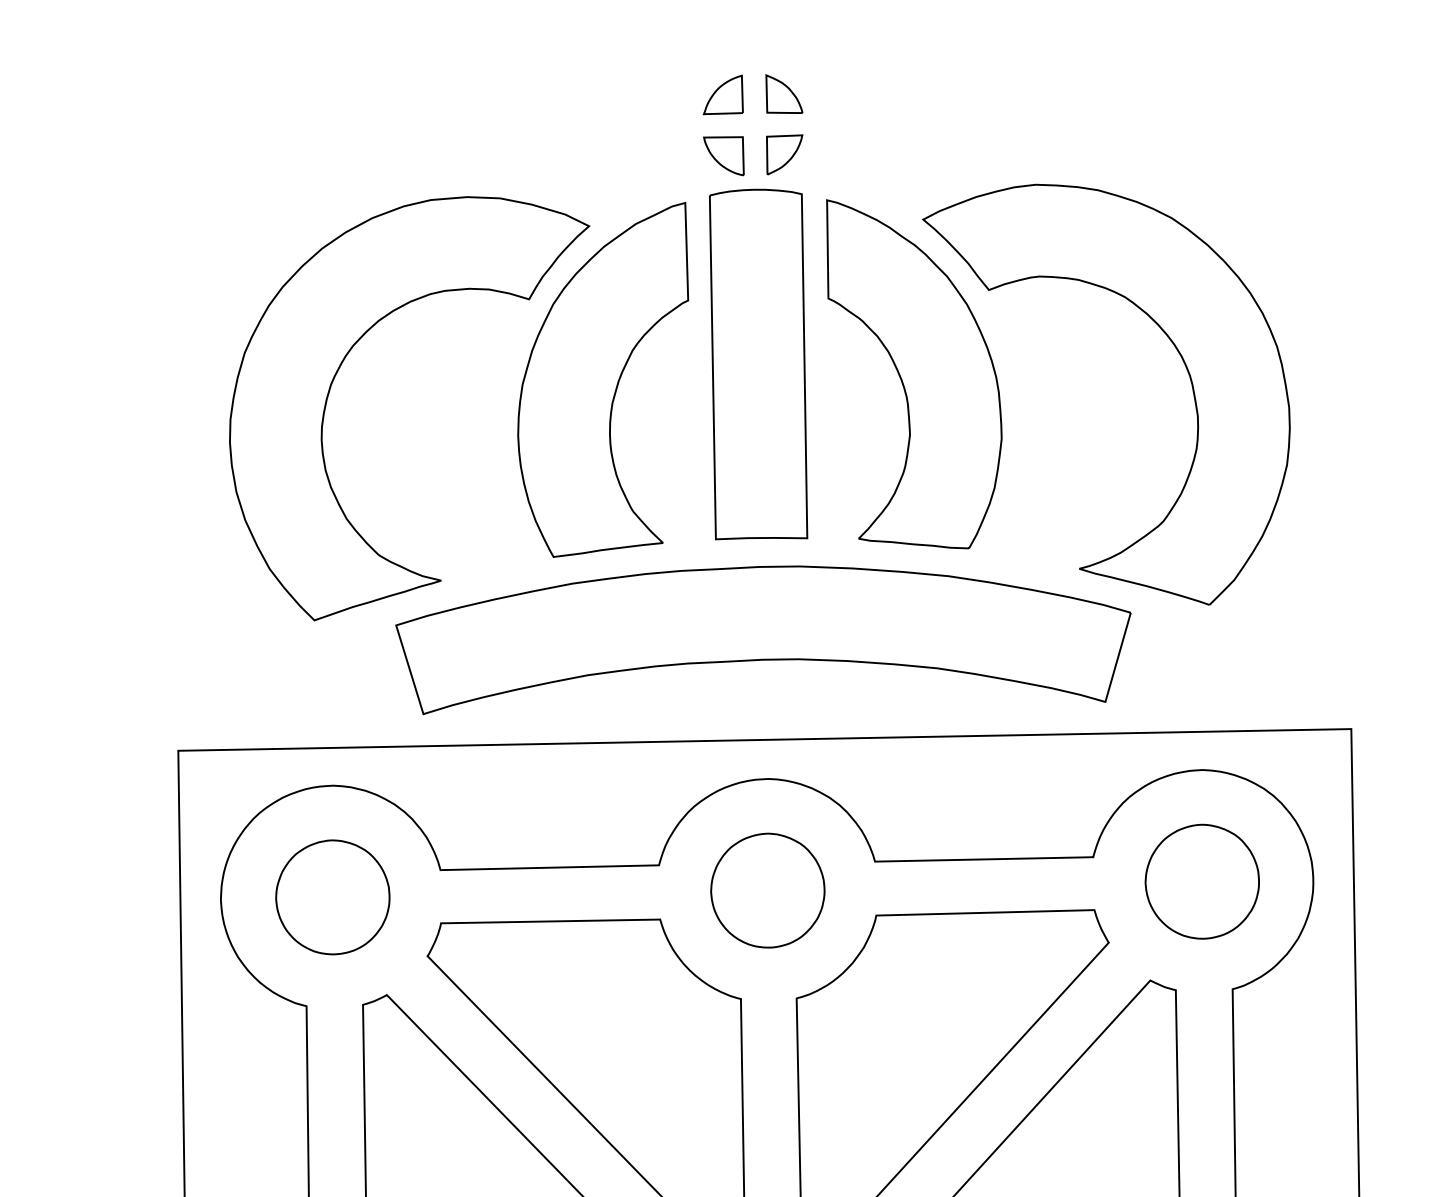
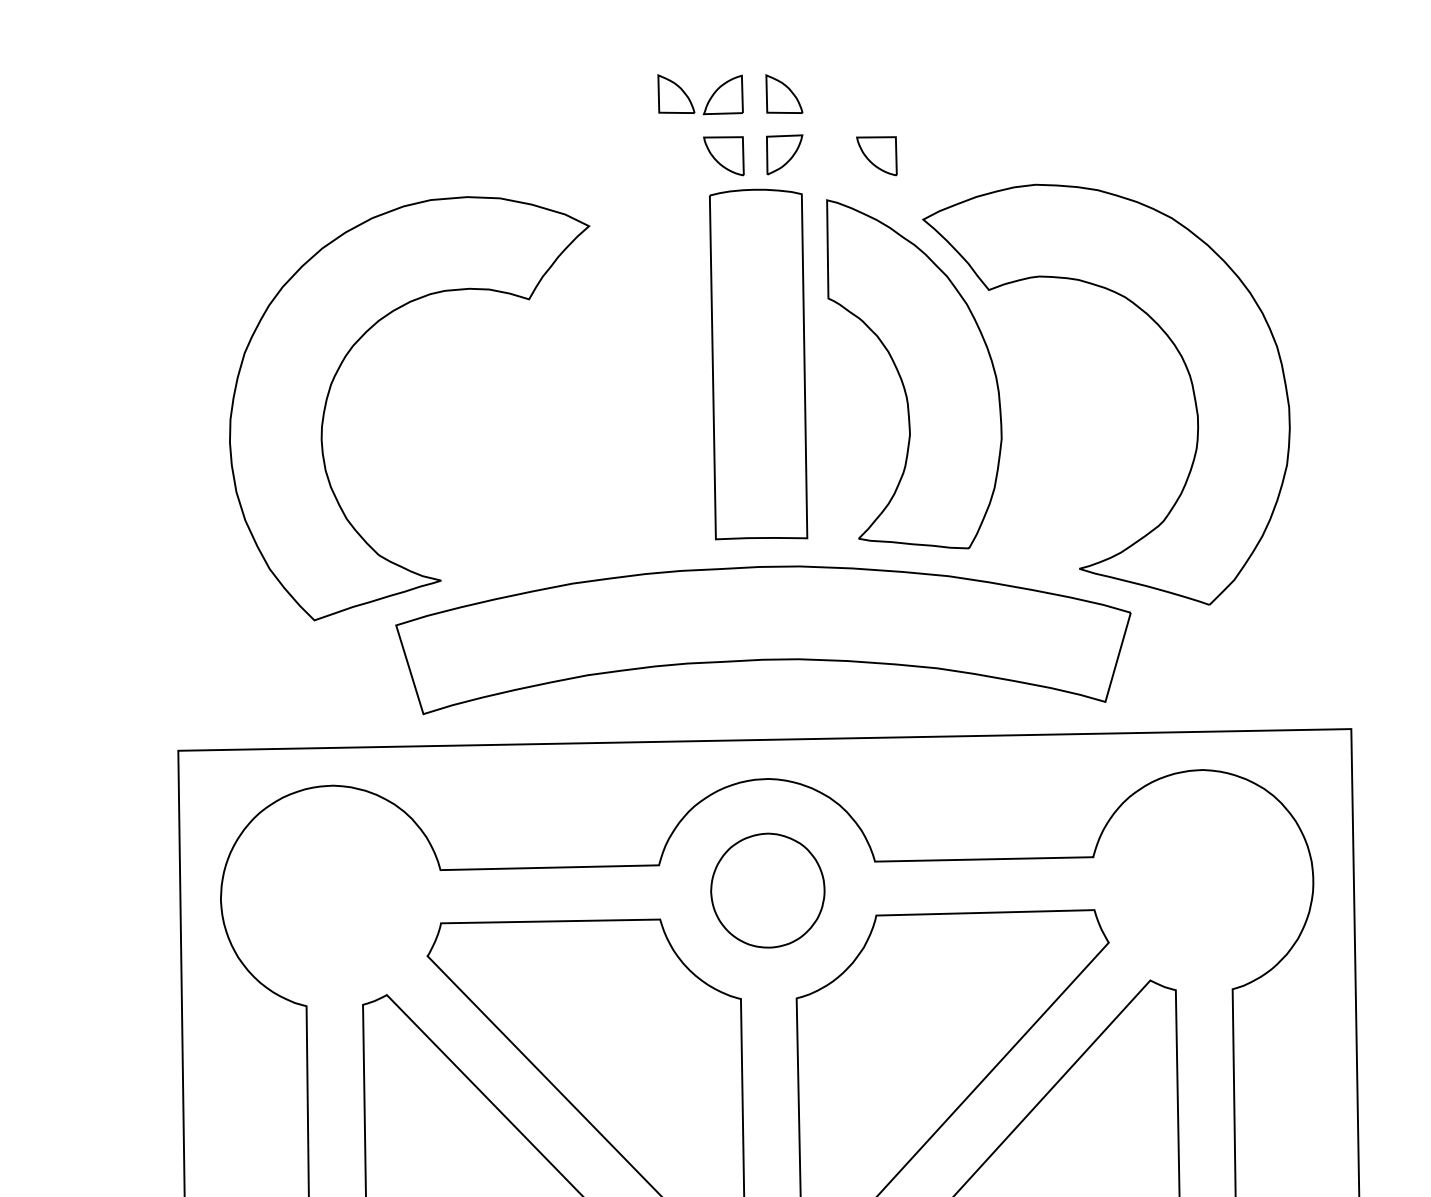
part at (676, 93): none -> present
part at (876, 156): none -> present
part at (603, 379): present -> none
part at (1201, 881): present -> none
part at (332, 897): present -> none
